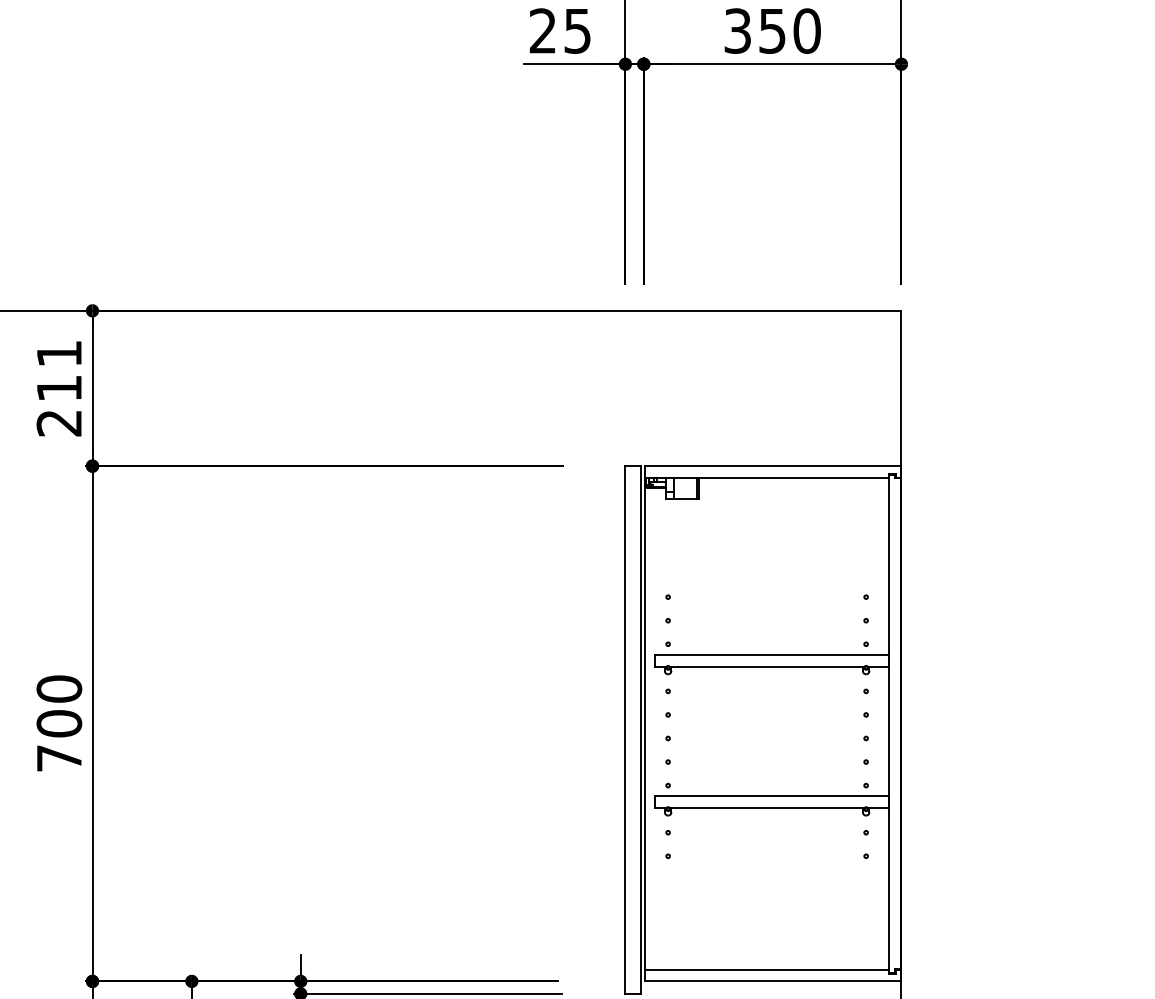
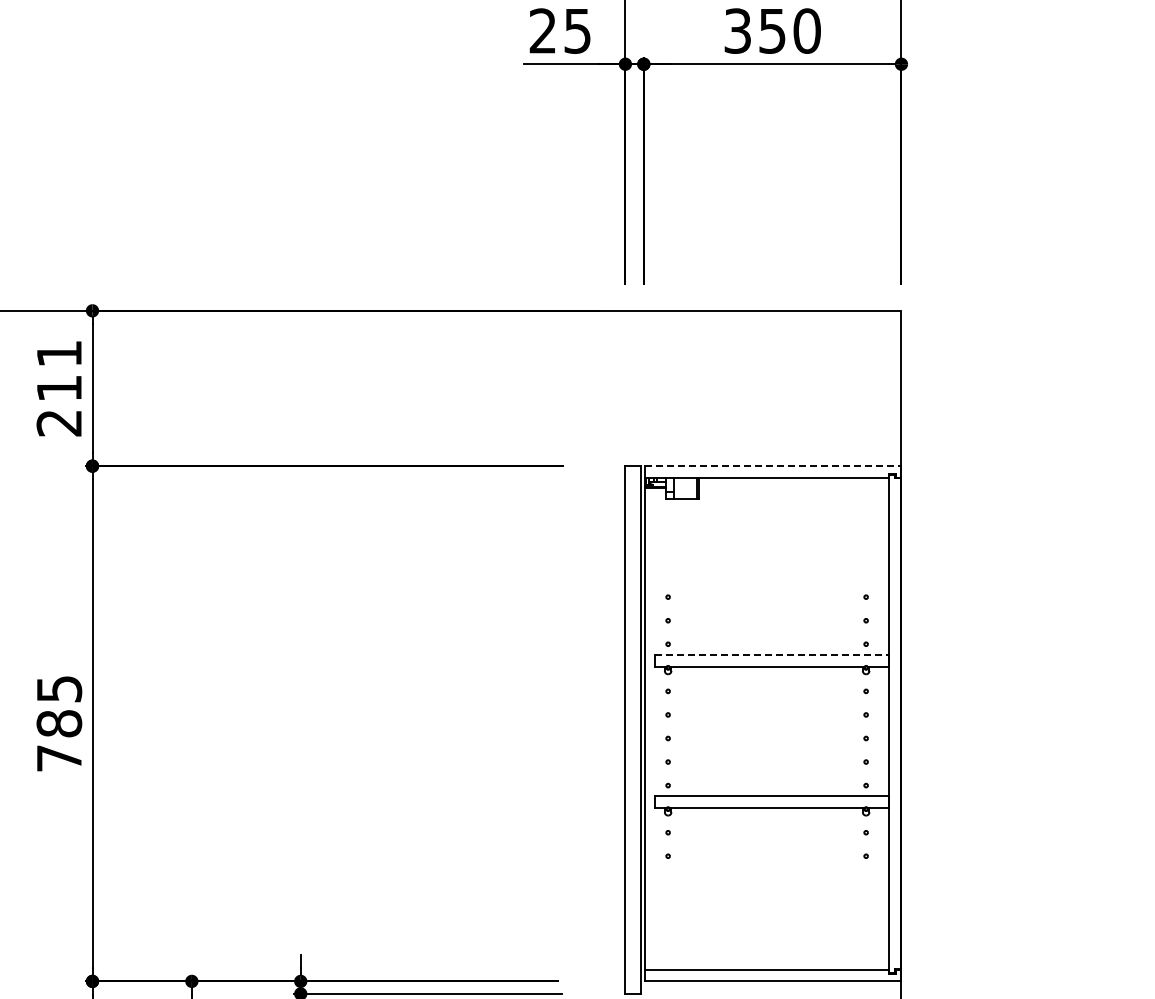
line at (773, 466): solid -> dashed
line at (772, 655): solid -> dashed
text at (59, 706): 700 -> 785
